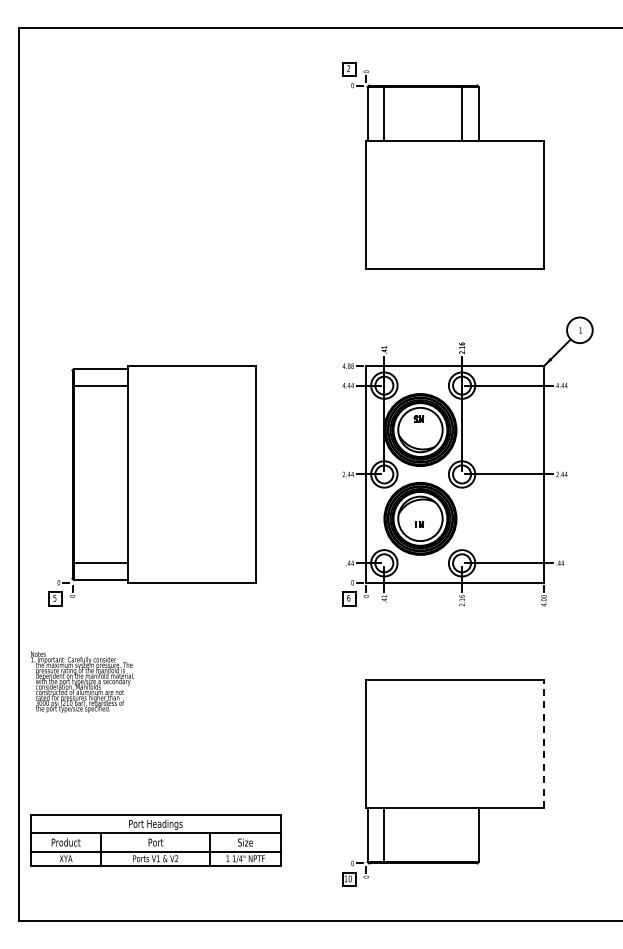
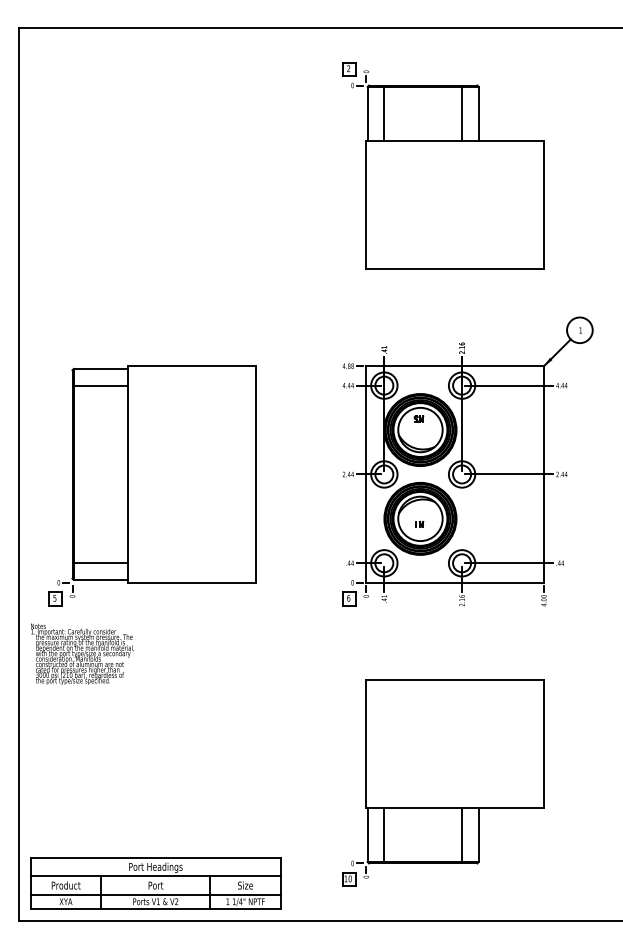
text at (82, 681) position: (82, 681) -> (82, 653)
line at (543, 744): dashed -> solid
line at (462, 835): none -> present
part at (155, 840) position: (155, 840) -> (155, 883)
